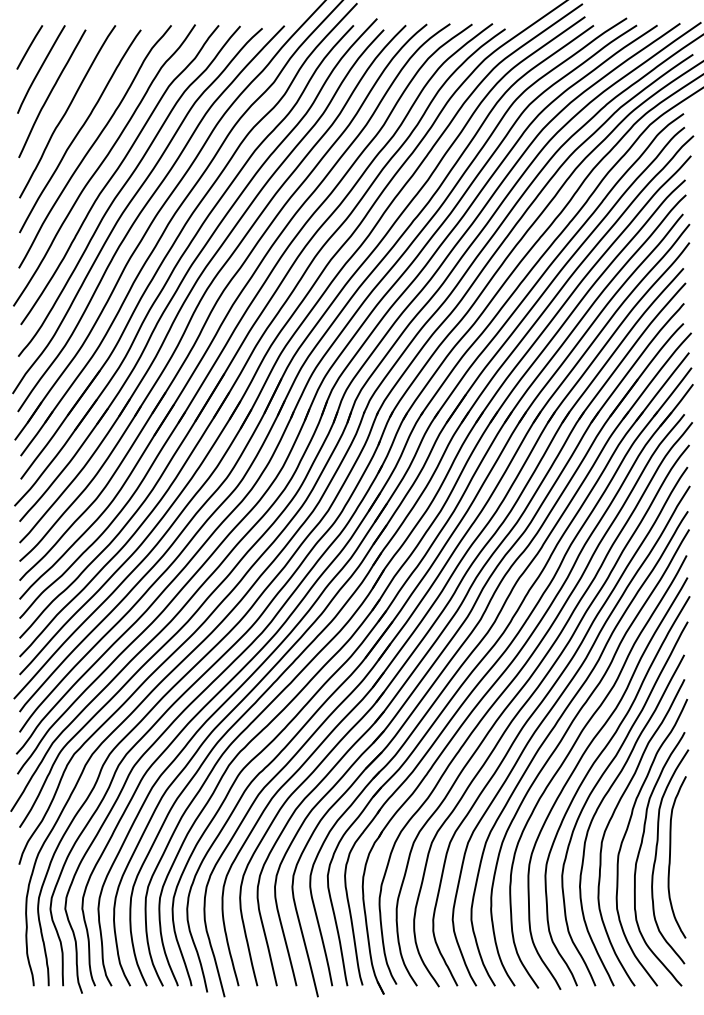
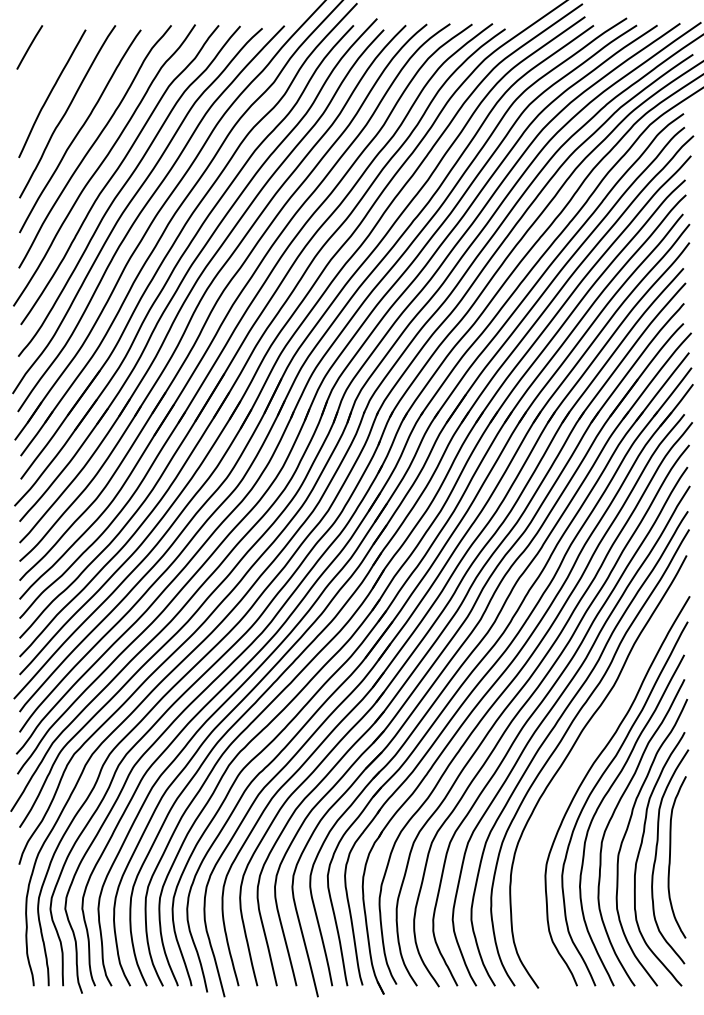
curve at (41, 68): present -> none
curve at (579, 763): present -> none
